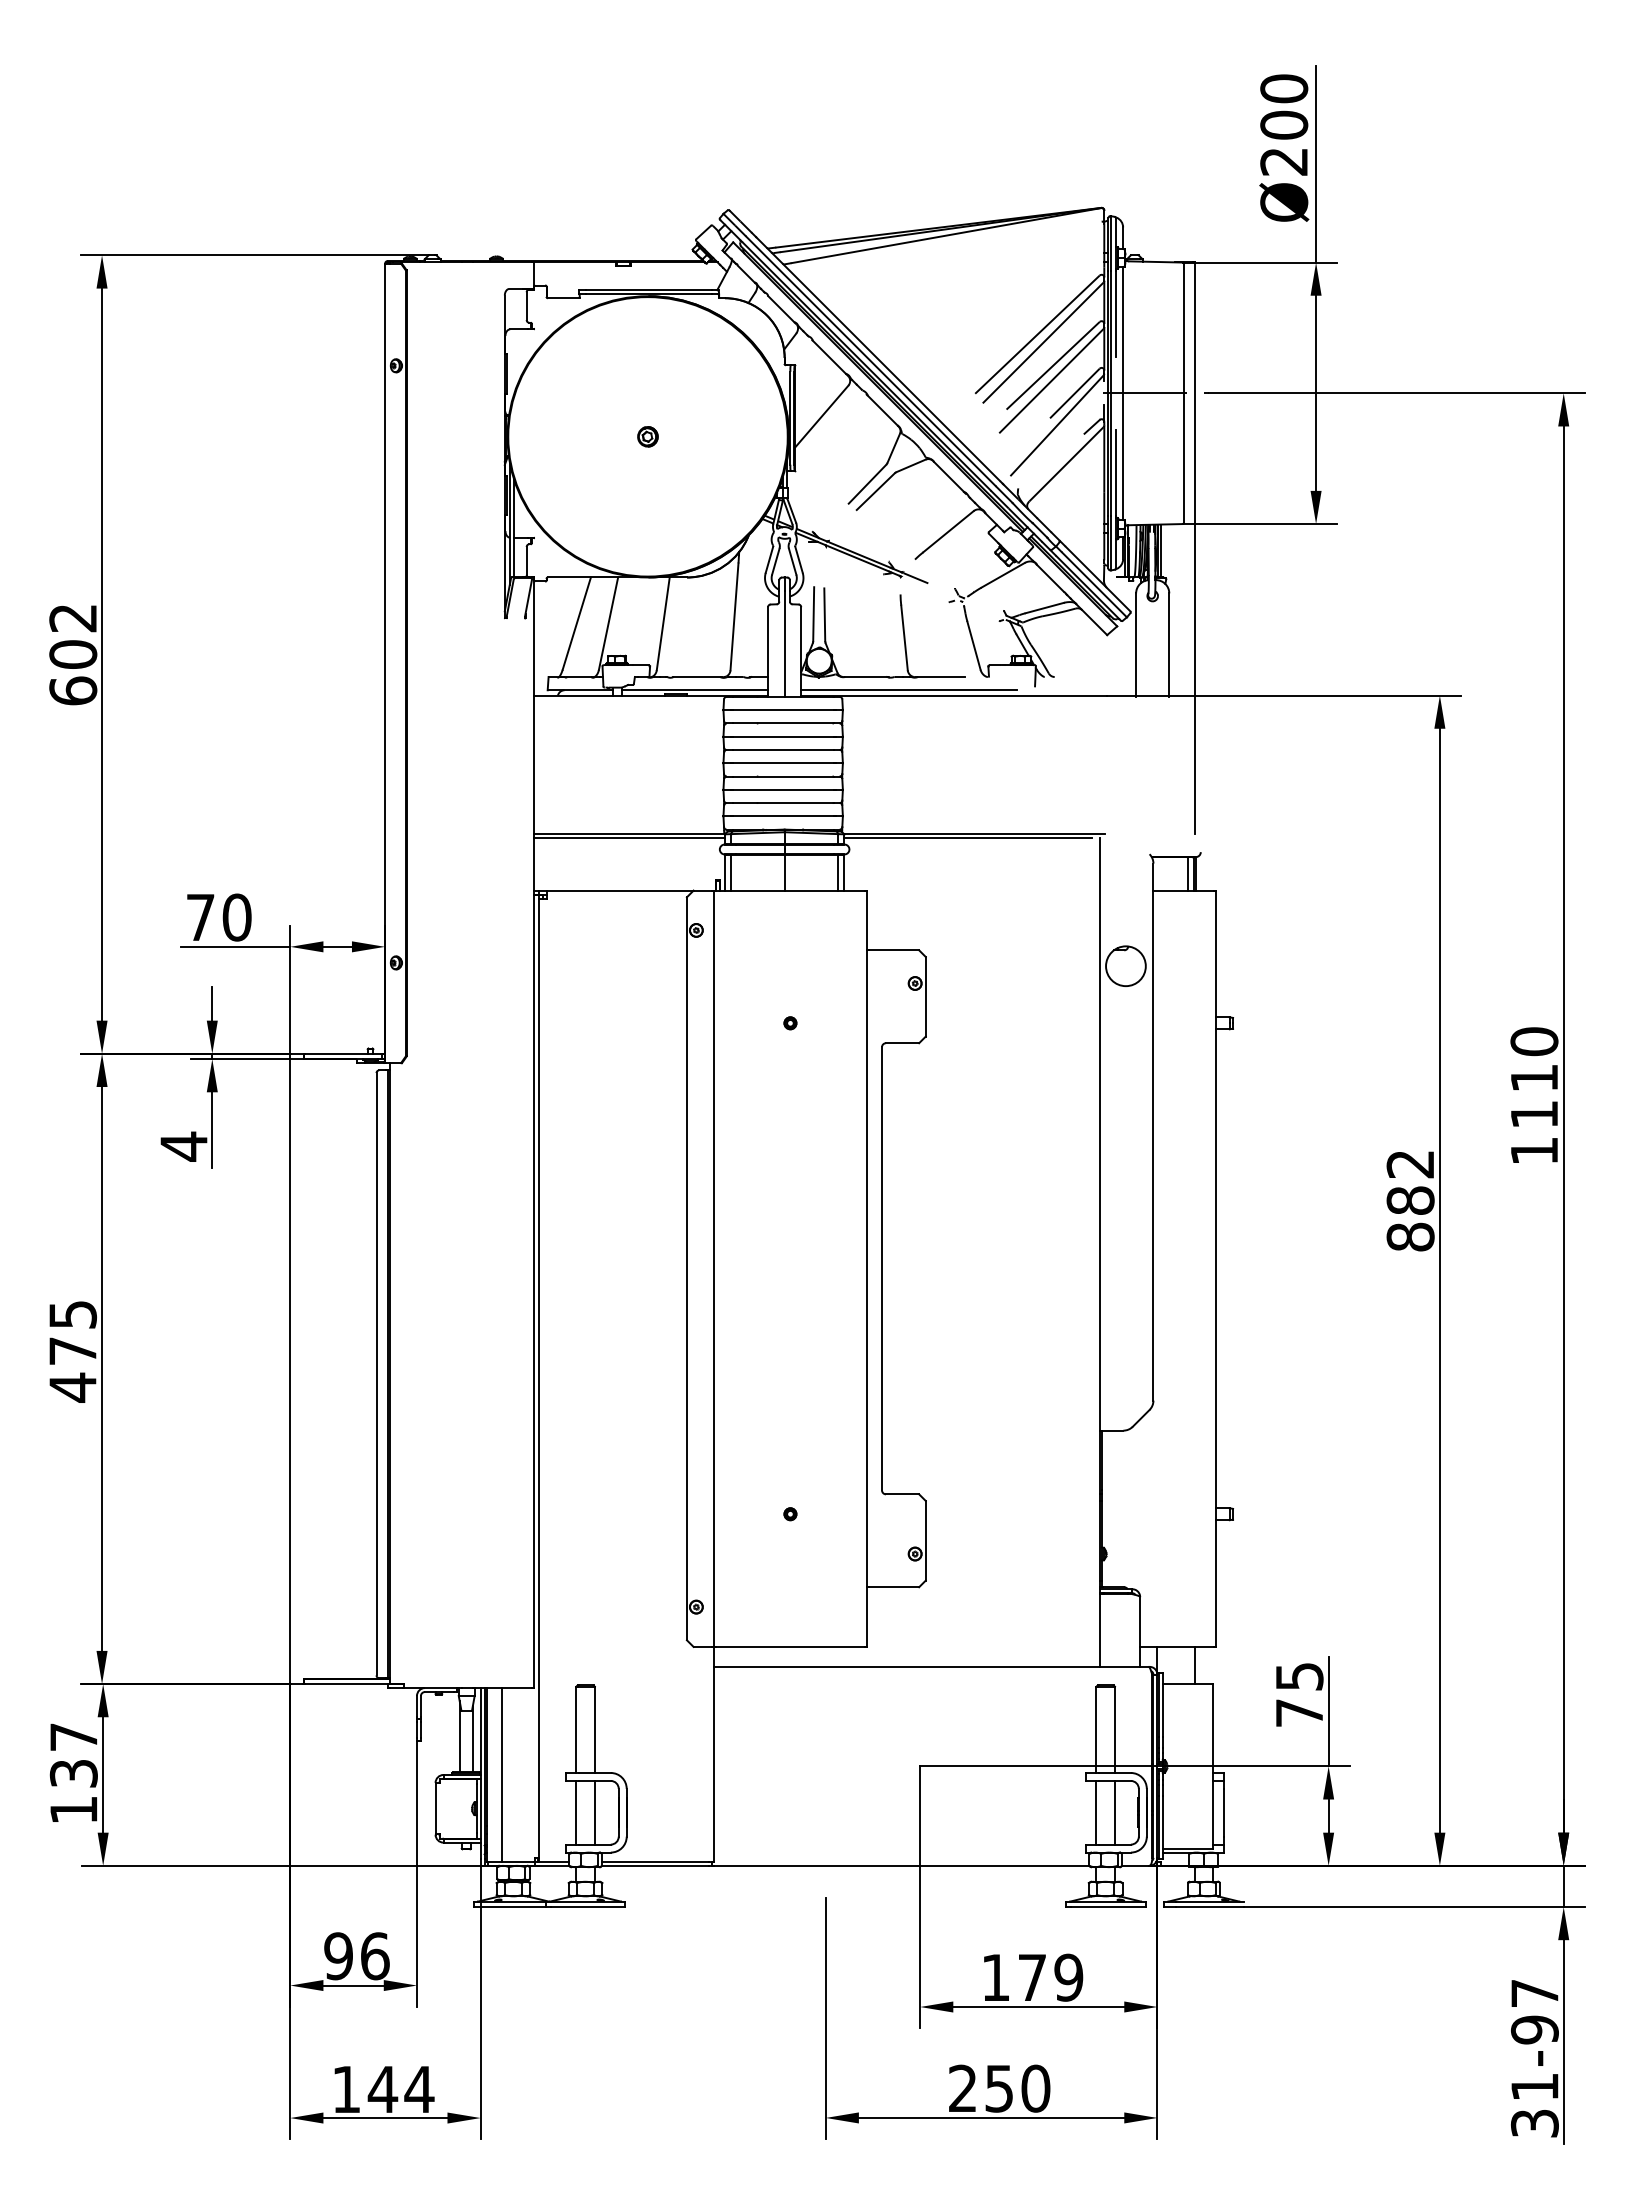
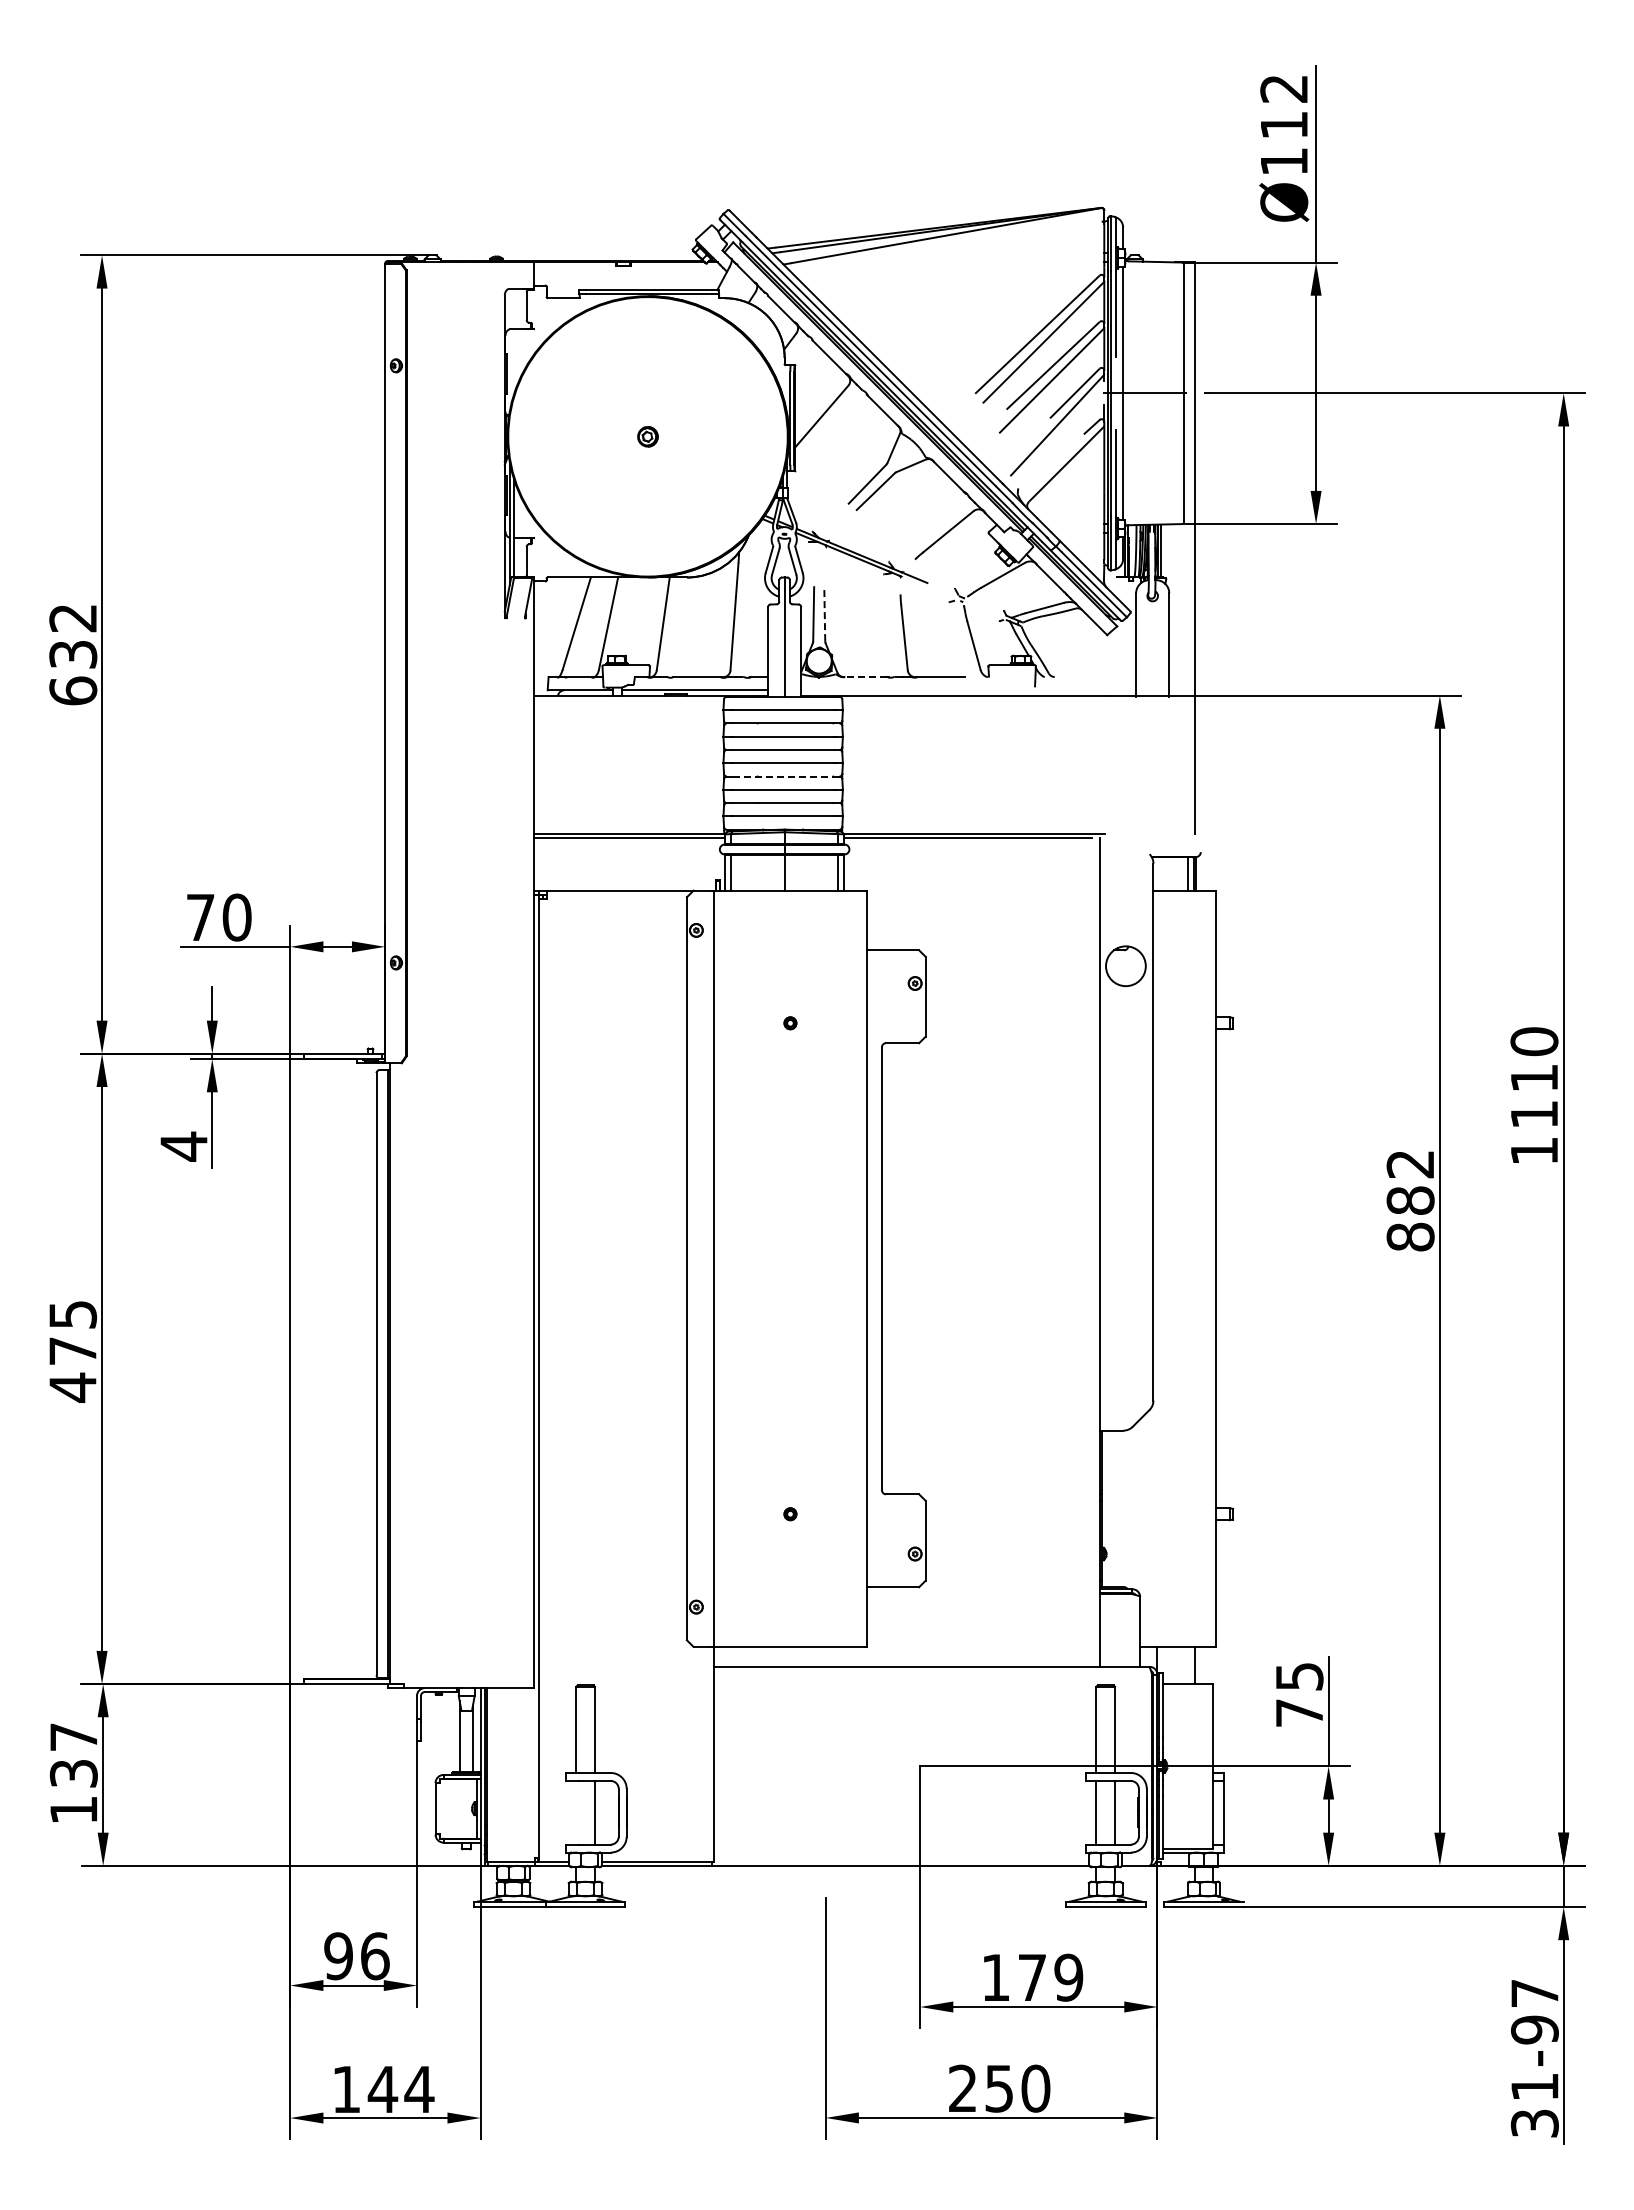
text at (1284, 124): Ø200 -> Ø112
line at (824, 614): solid -> dashed
text at (73, 654): 602 -> 632
line at (865, 677): solid -> dashed
line at (908, 690): present -> none
line at (783, 776): solid -> dashed
line at (501, 1774): present -> none
line at (576, 1812): present -> none
